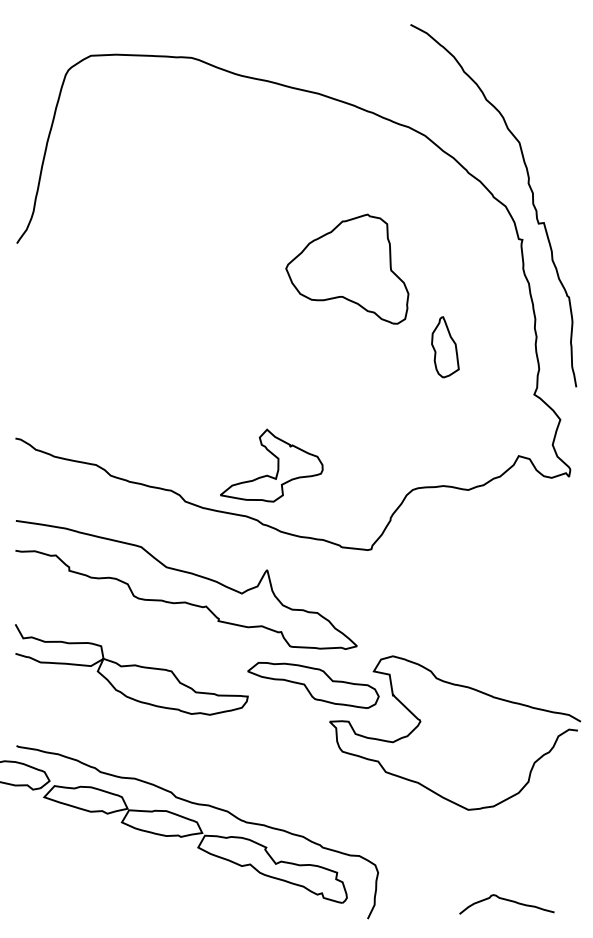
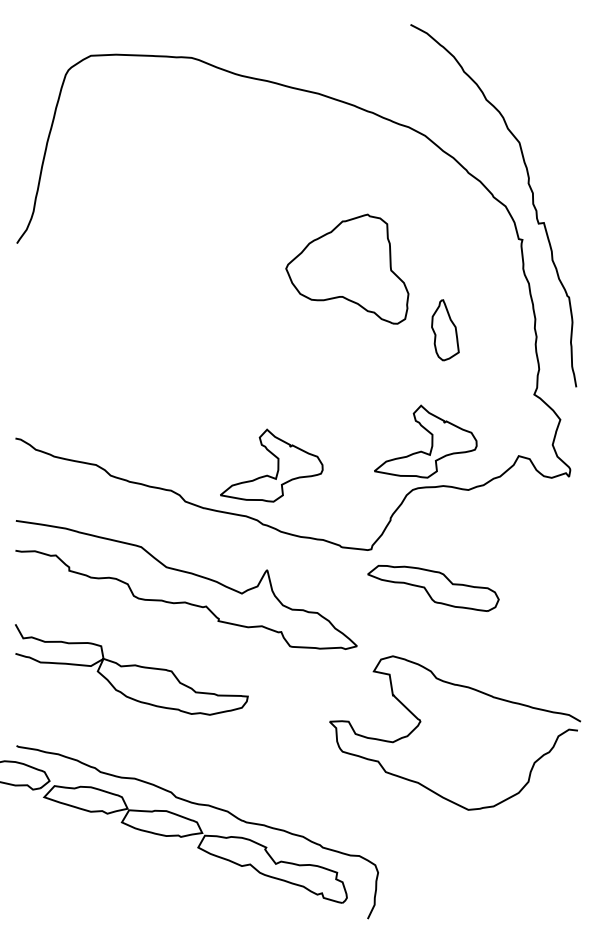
part at (445, 347) position: (445, 347) -> (445, 330)
part at (425, 441): none -> present
part at (313, 685) position: (313, 685) -> (433, 588)
curve at (508, 901): present -> none
